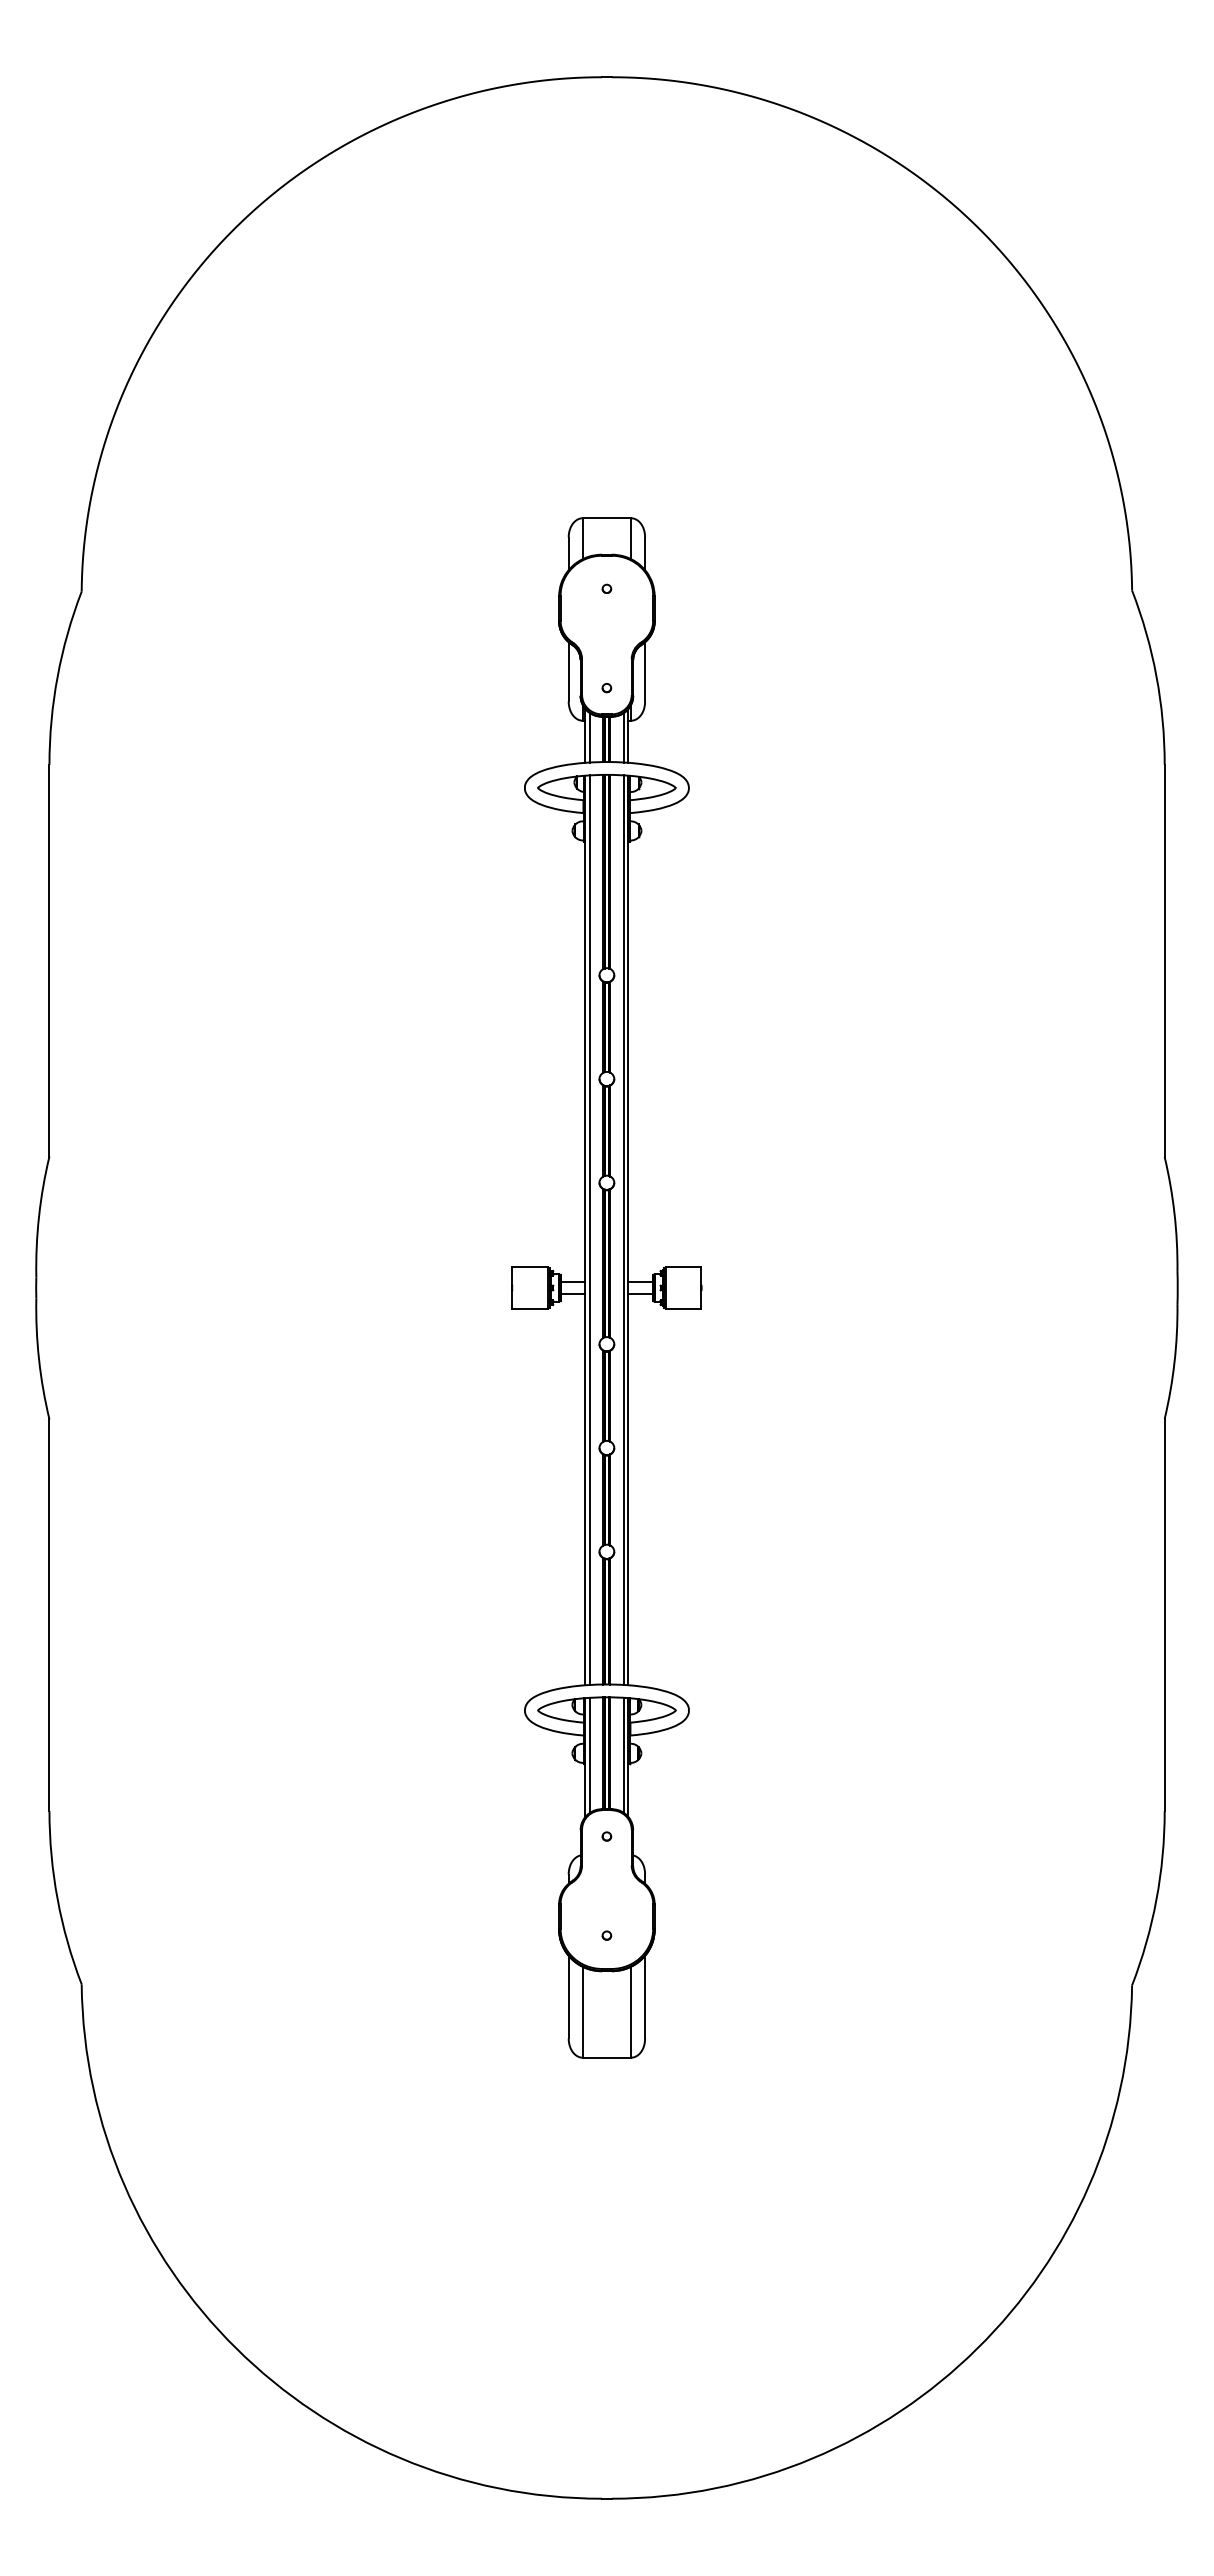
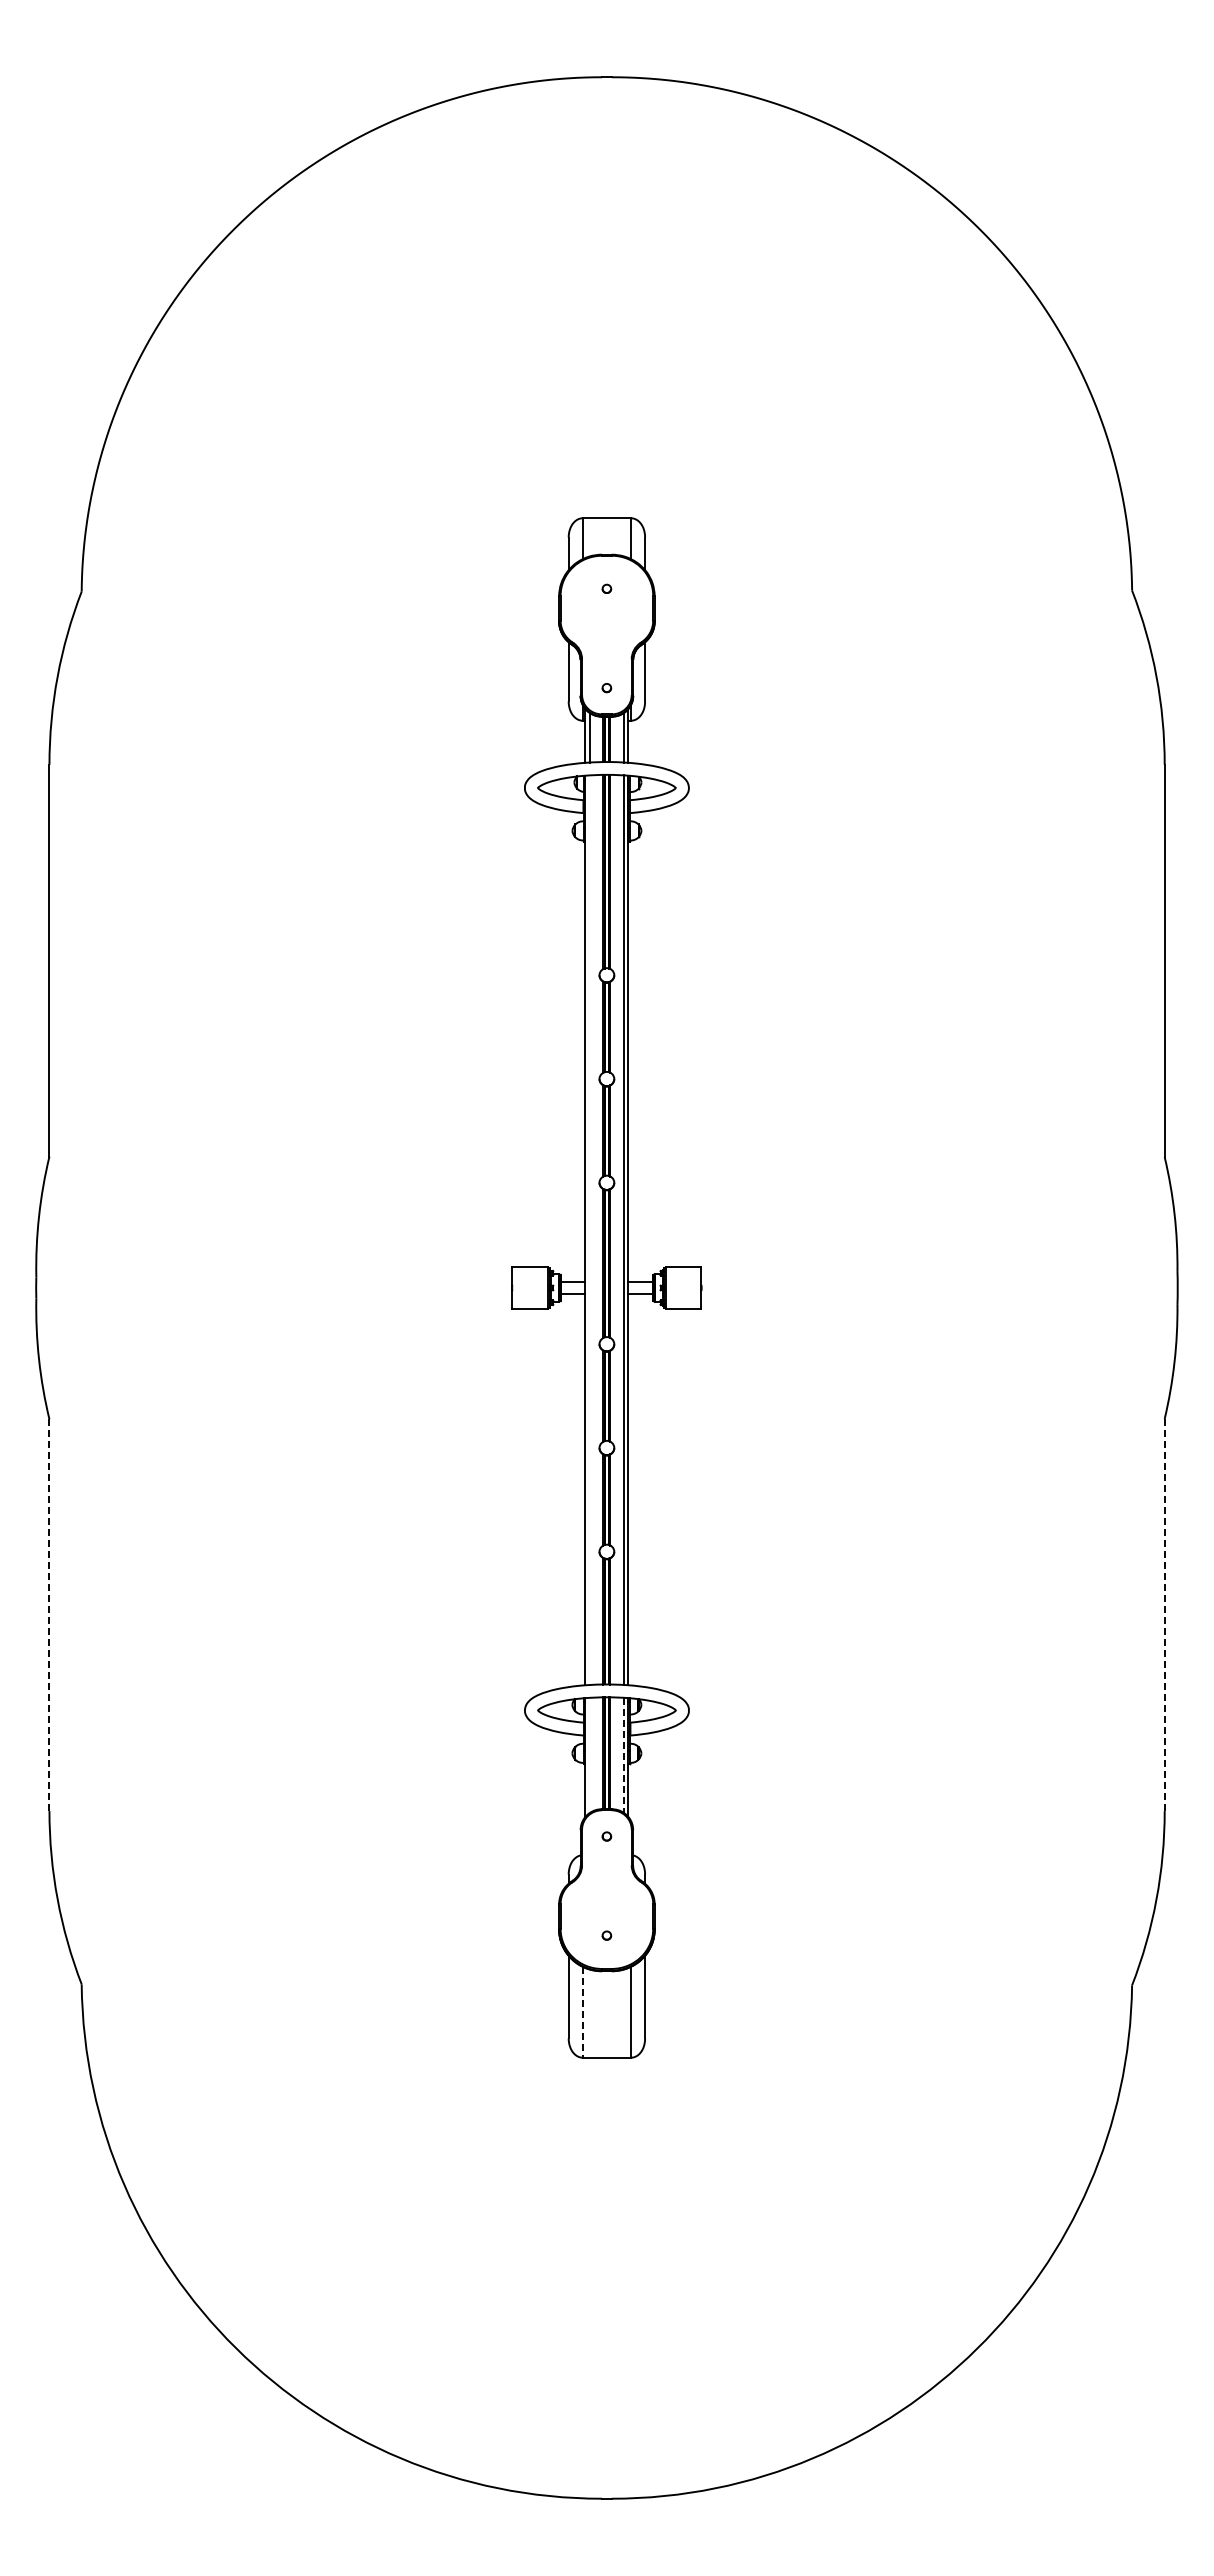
line at (590, 1229): present -> none
line at (1164, 1614): solid -> dashed
line at (49, 1615): solid -> dashed
line at (590, 1754): present -> none
line at (623, 1755): solid -> dashed
line at (583, 2012): solid -> dashed
